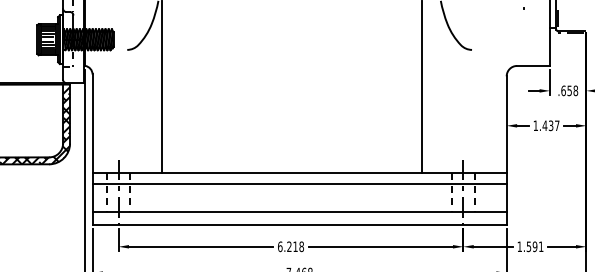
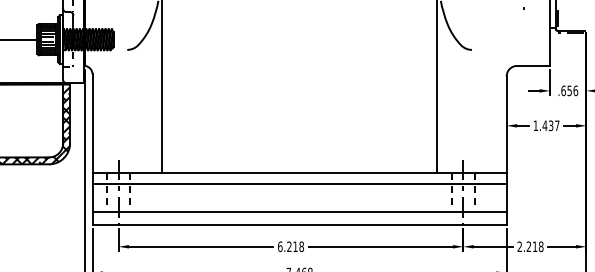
line at (20, 39): none -> present
line at (422, 87) position: (422, 87) -> (437, 87)
text at (575, 90): .658 -> .656
text at (530, 246): 1.591 -> 2.218
